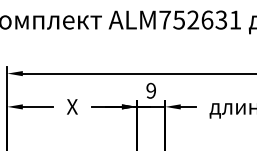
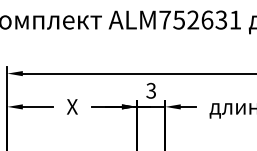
text at (150, 90): 9 -> 3
